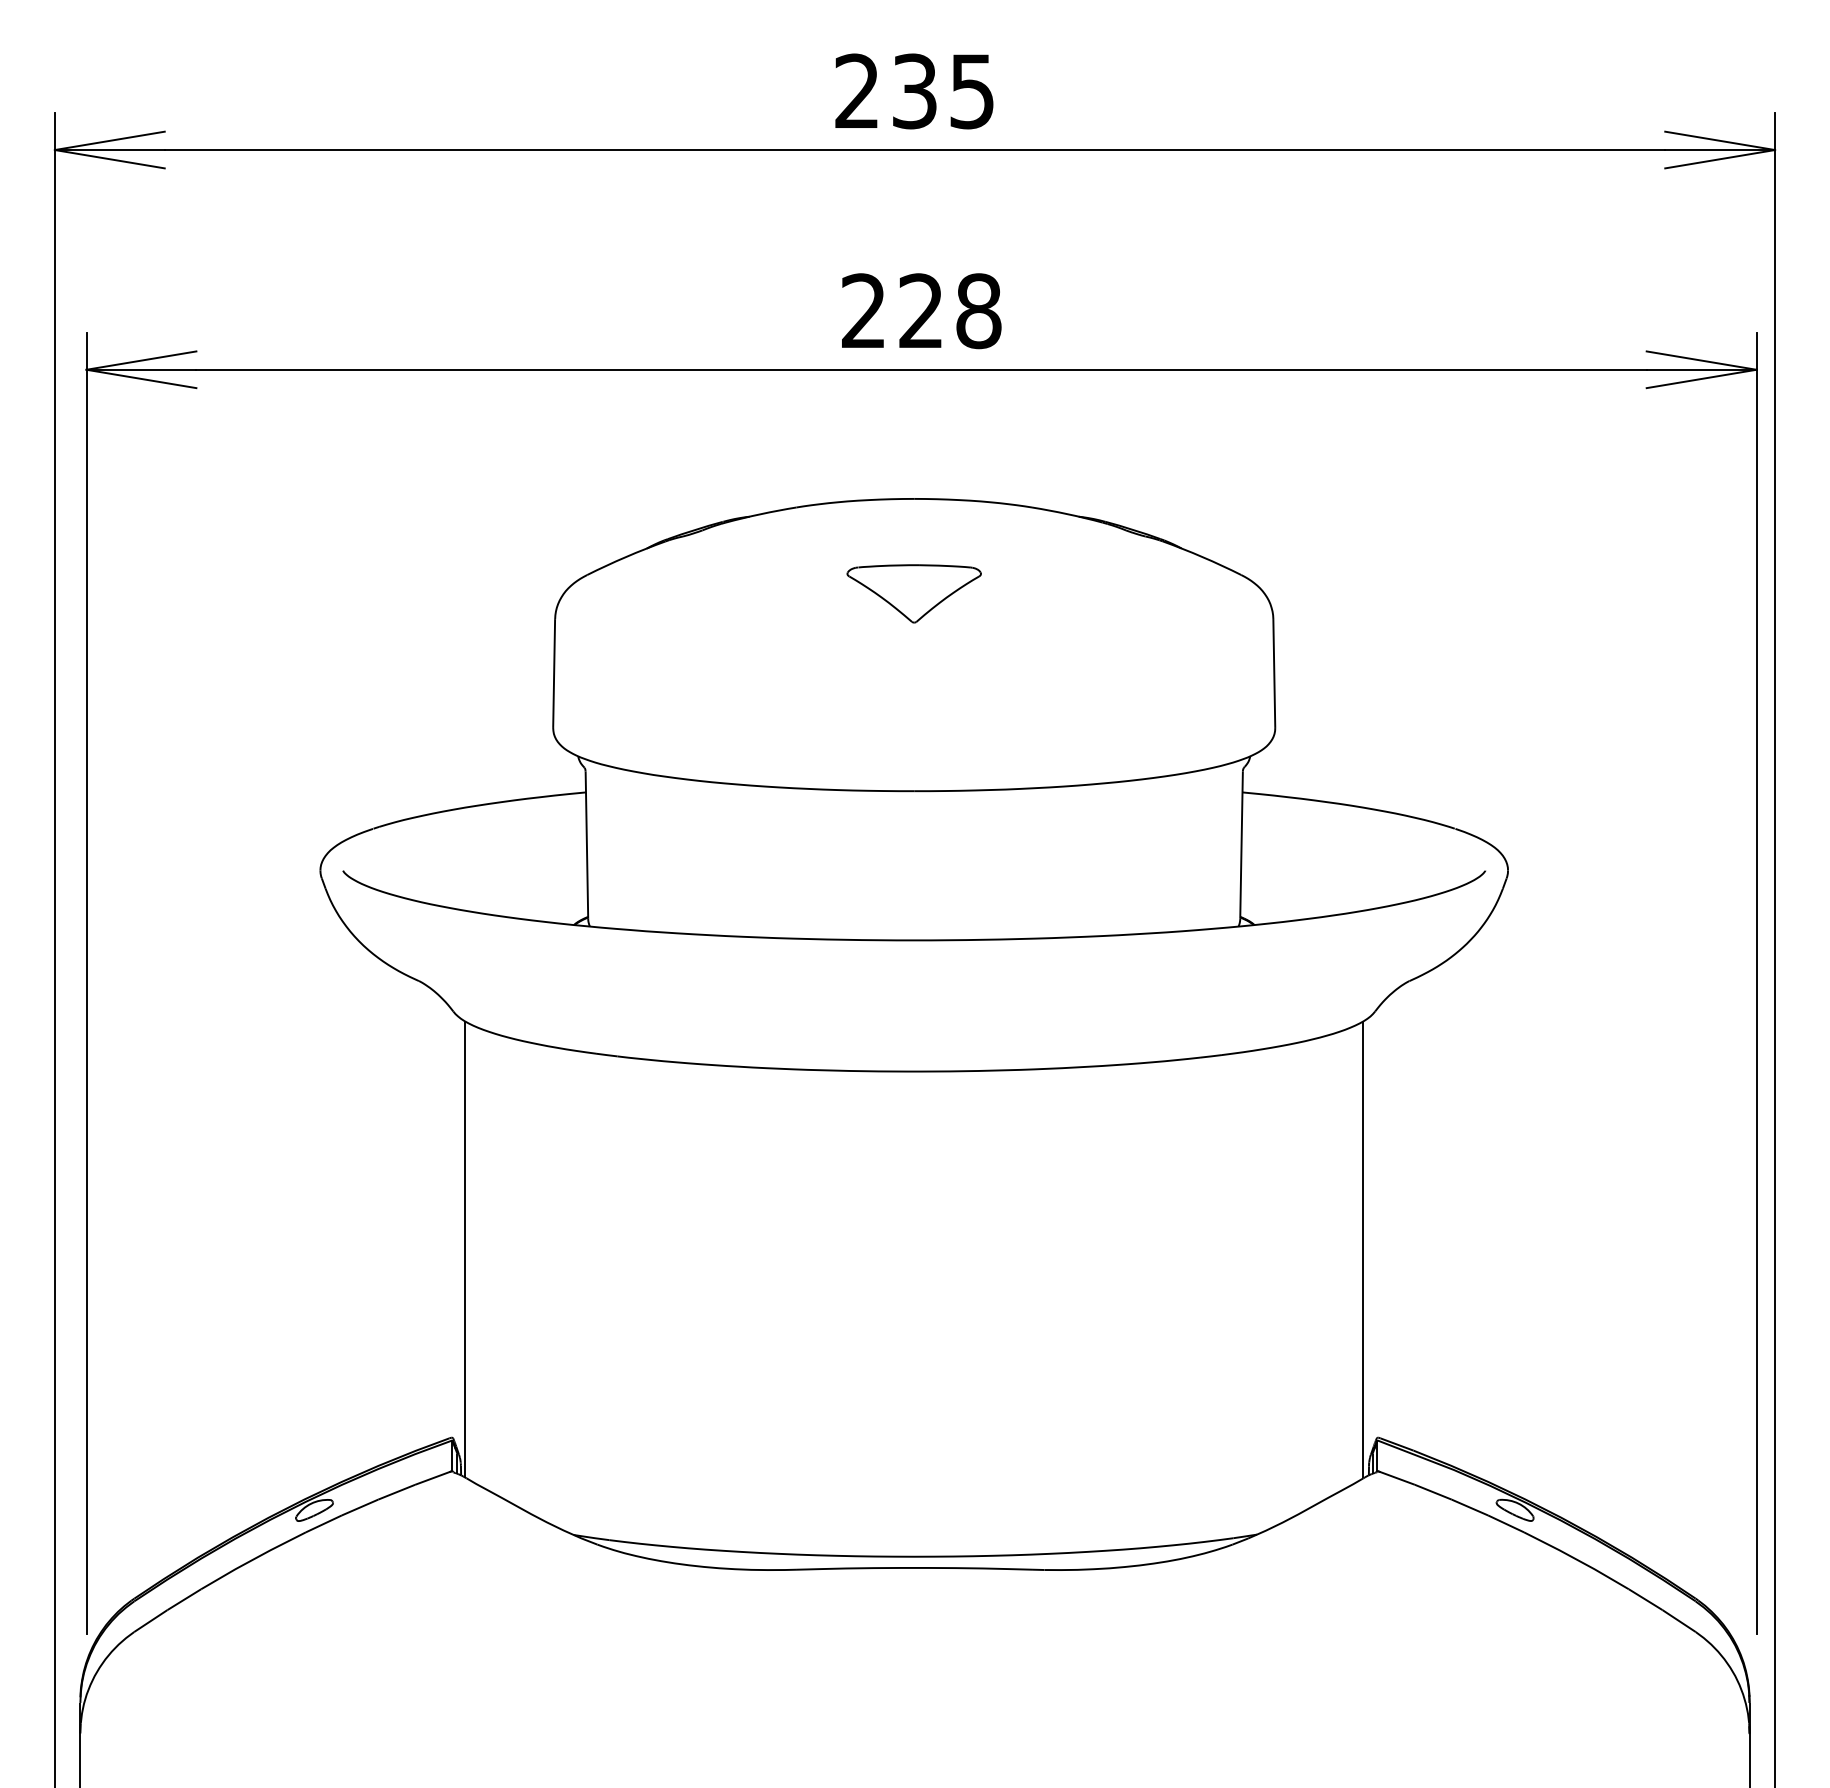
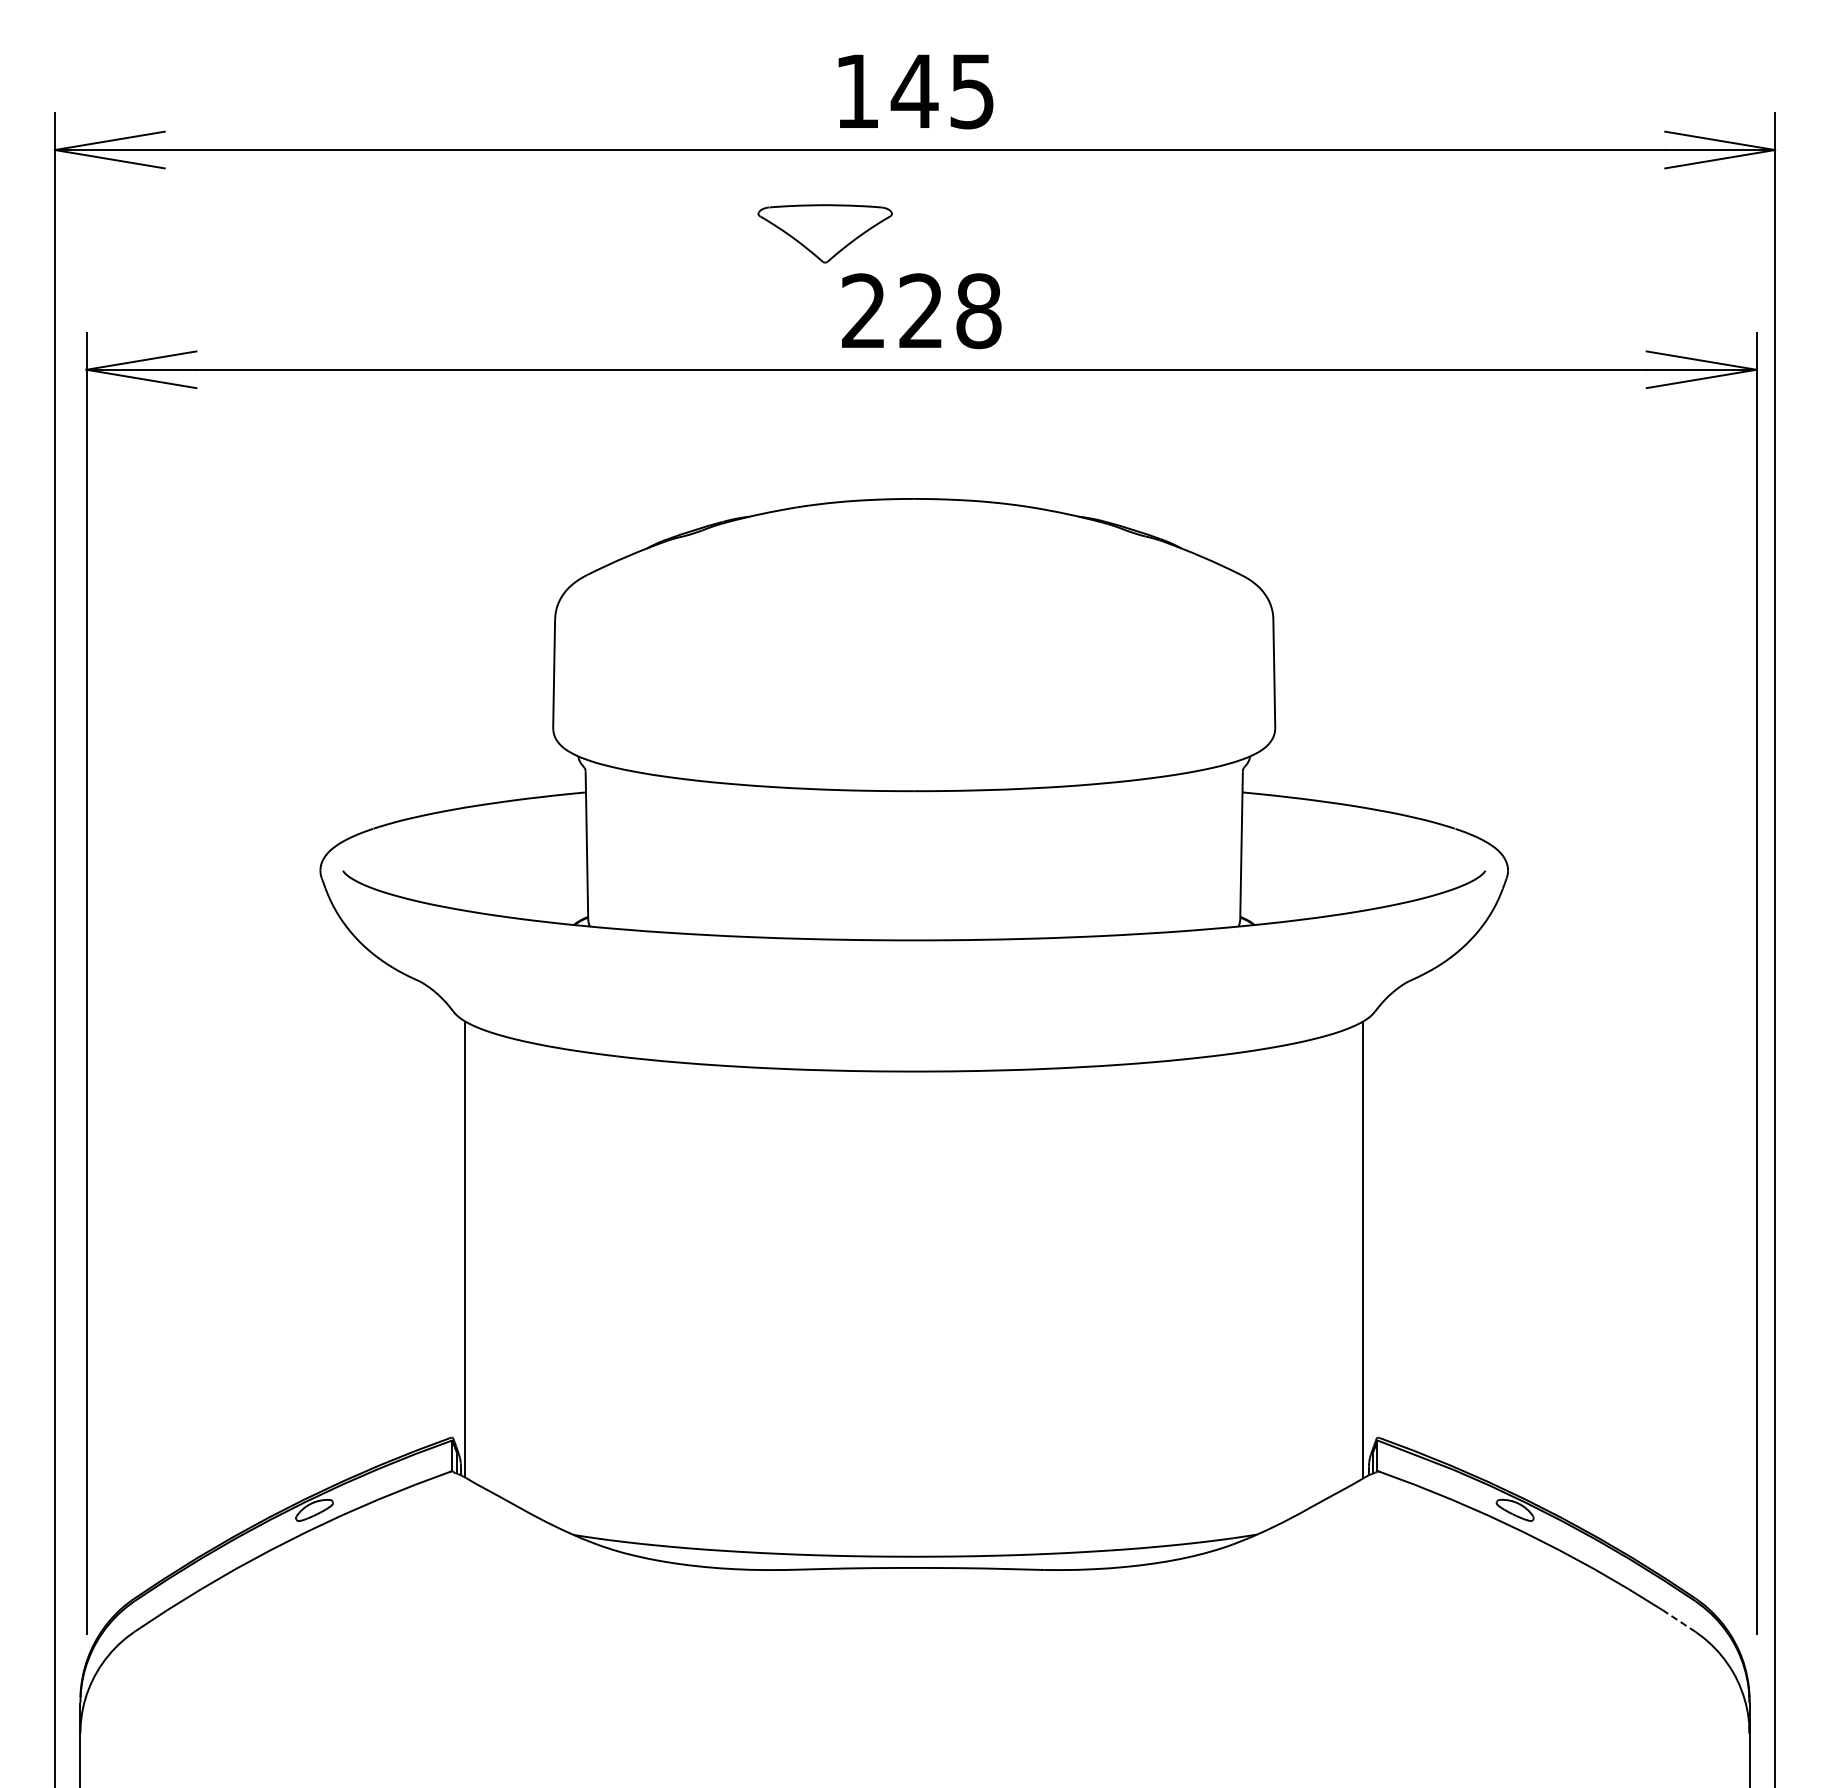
text at (886, 91): 235 -> 145
part at (913, 593) position: (913, 593) -> (824, 233)
line at (1679, 1621): solid -> dashed
